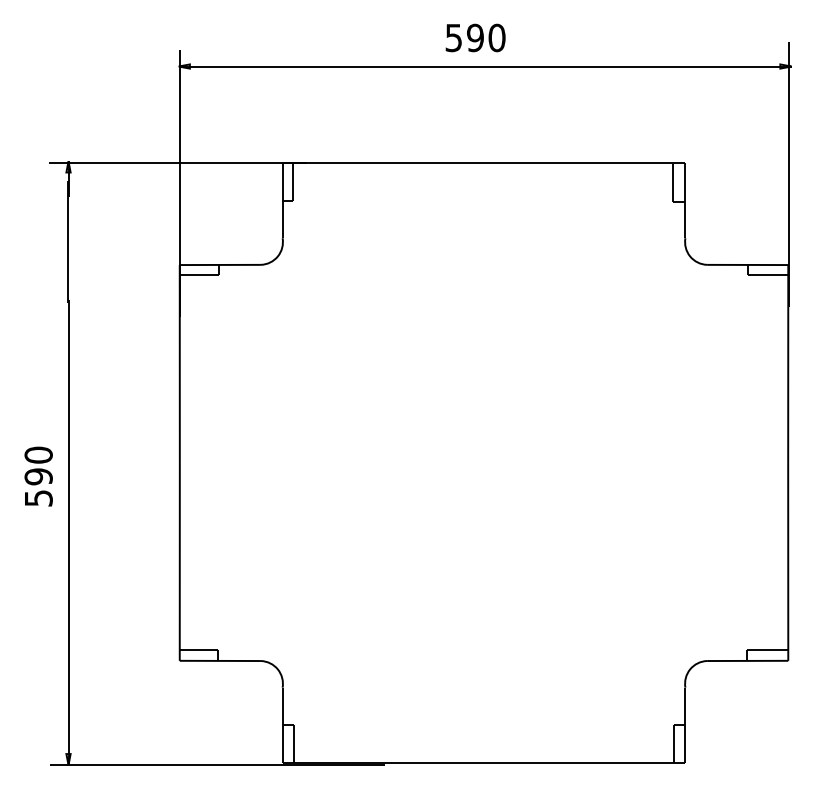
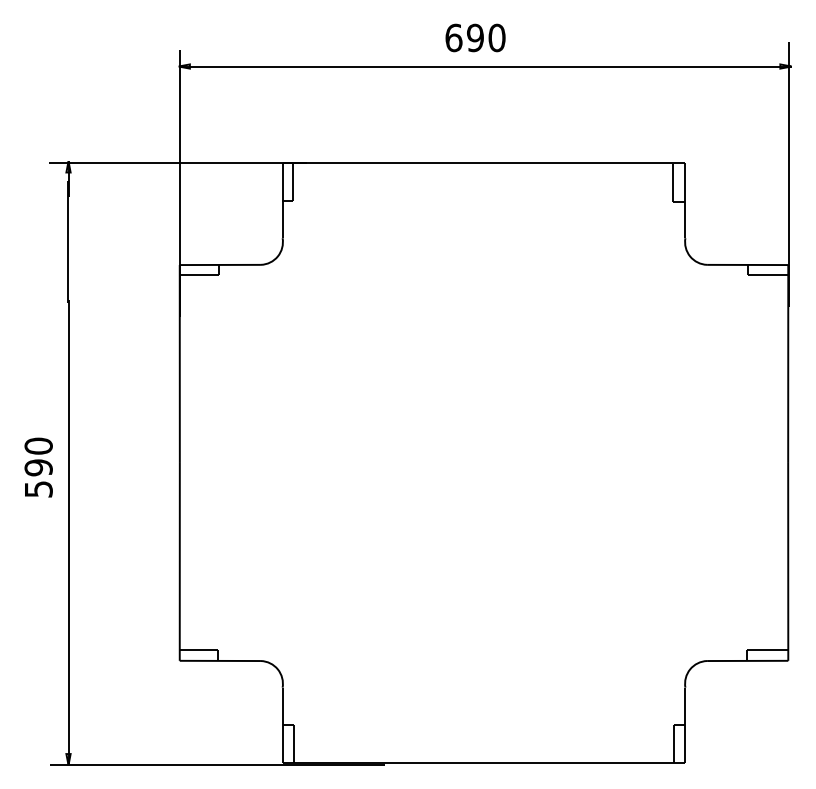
text at (453, 37): 590 -> 690
text at (38, 476) position: (38, 476) -> (38, 467)
